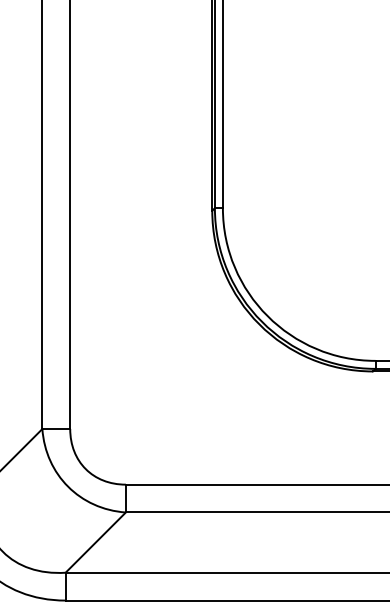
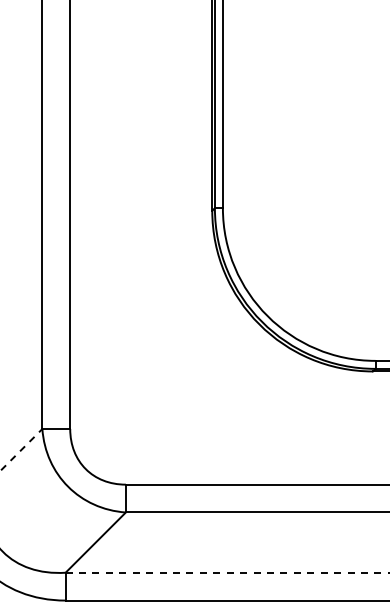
line at (21, 450): solid -> dashed
line at (227, 572): solid -> dashed
